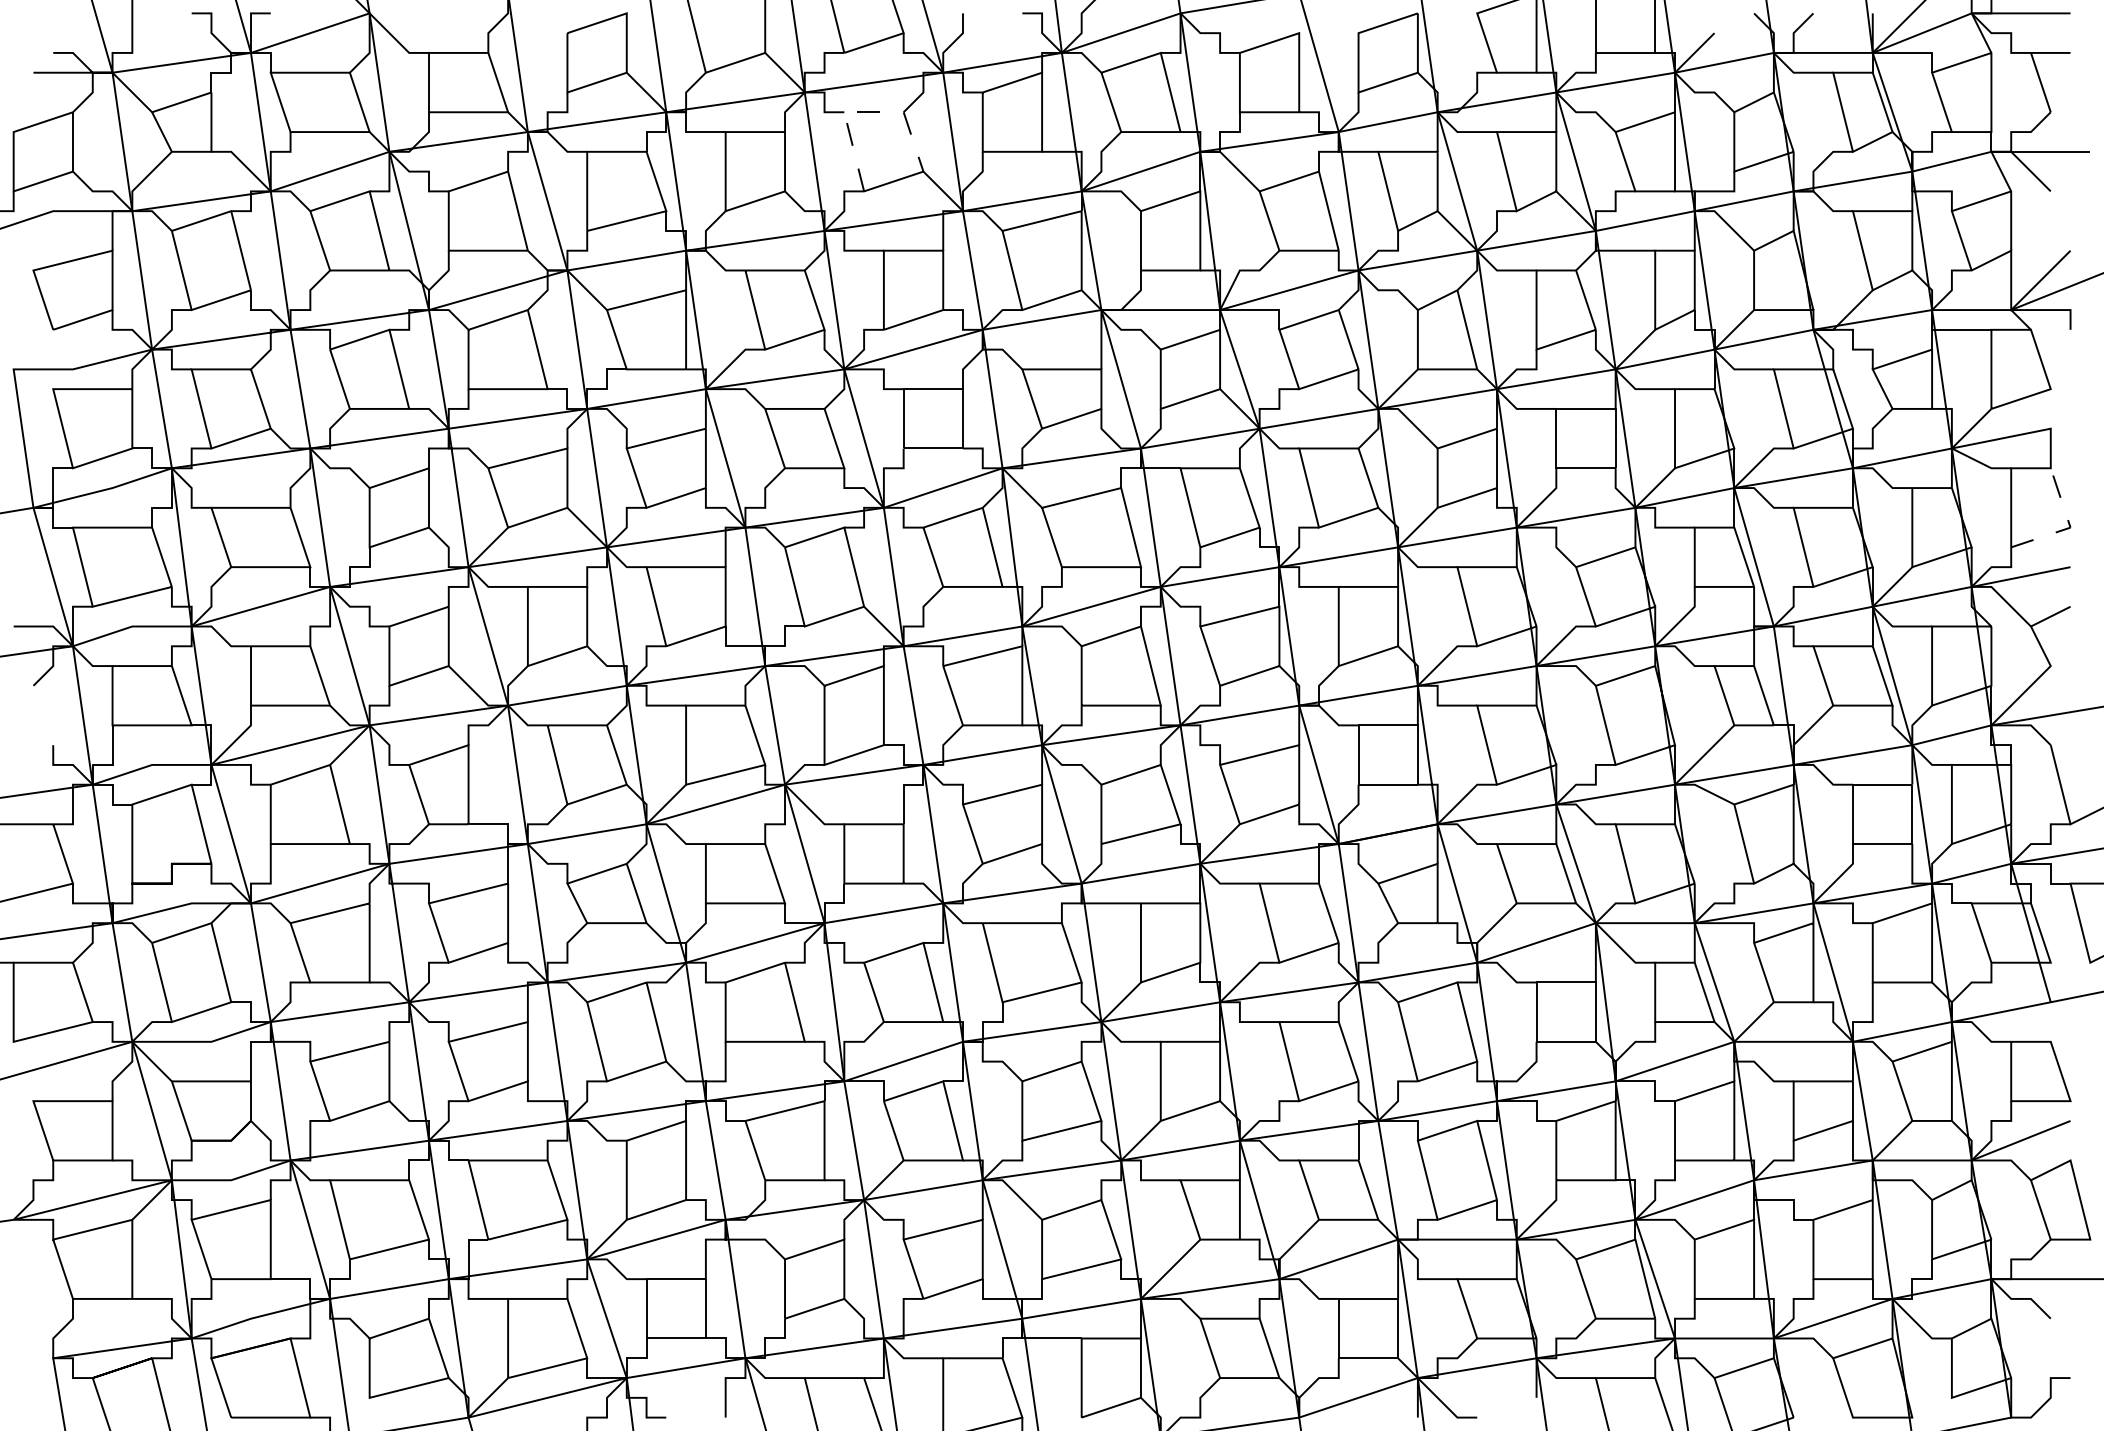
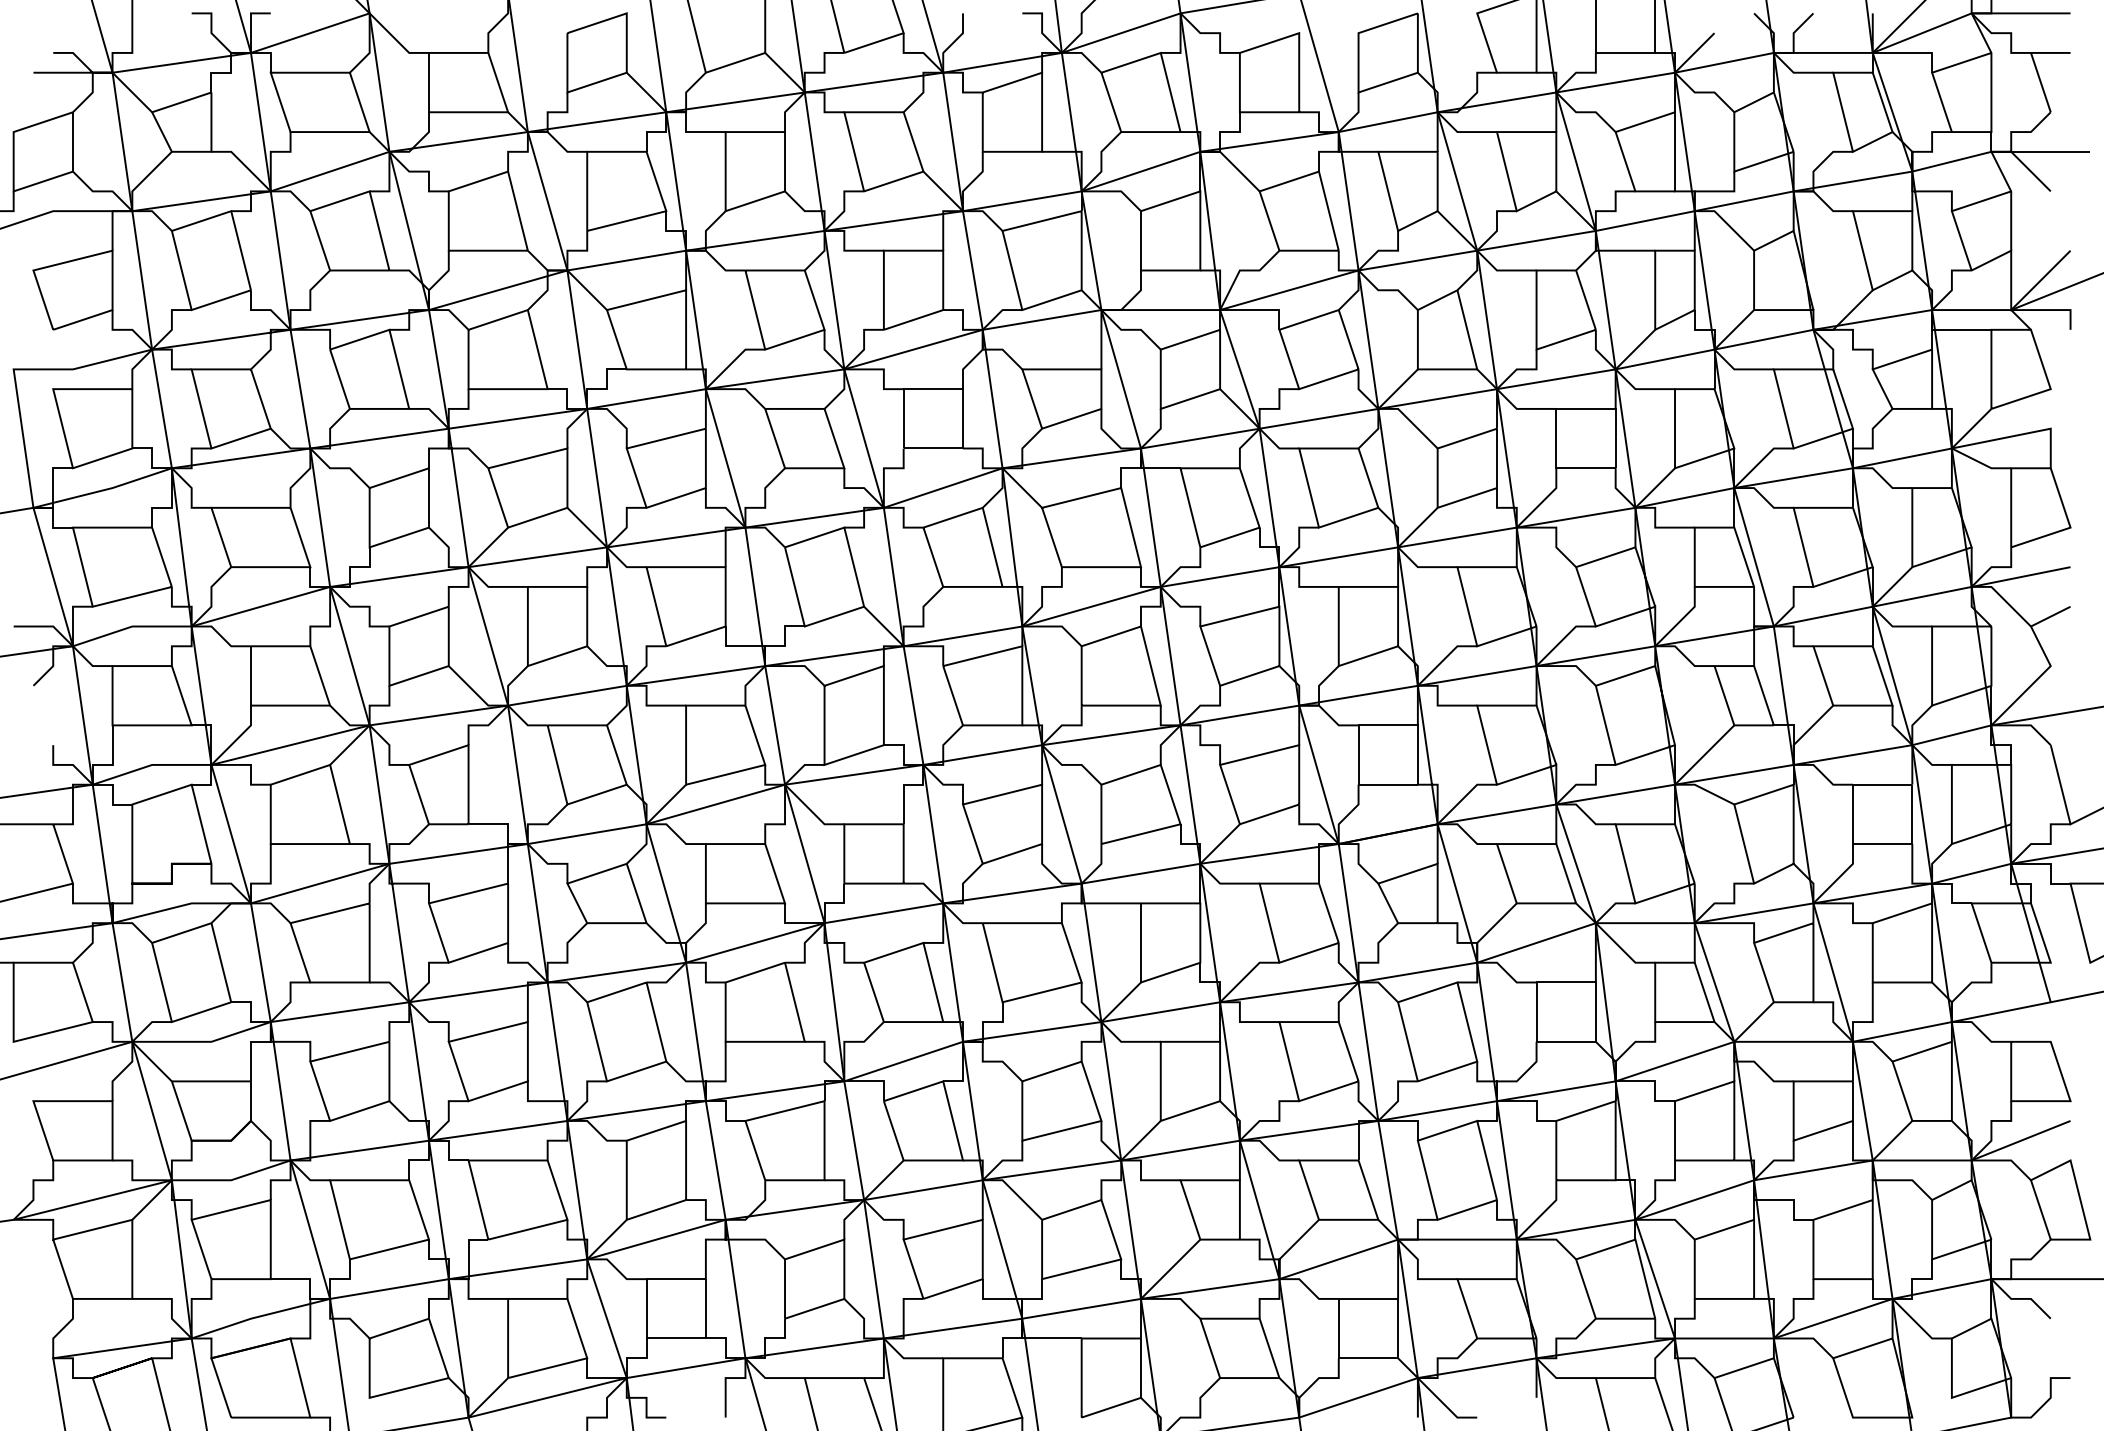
line at (865, 112): dashed -> solid
line at (2070, 527): dashed -> solid
